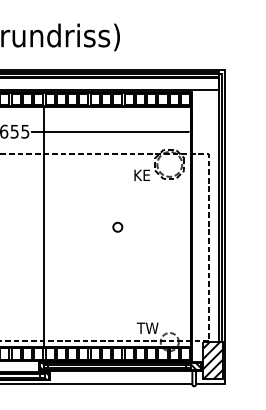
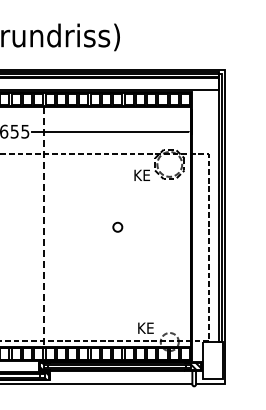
line at (44, 227): solid -> dashed
text at (147, 327): TW -> KE
hatch at (212, 360): present -> none
